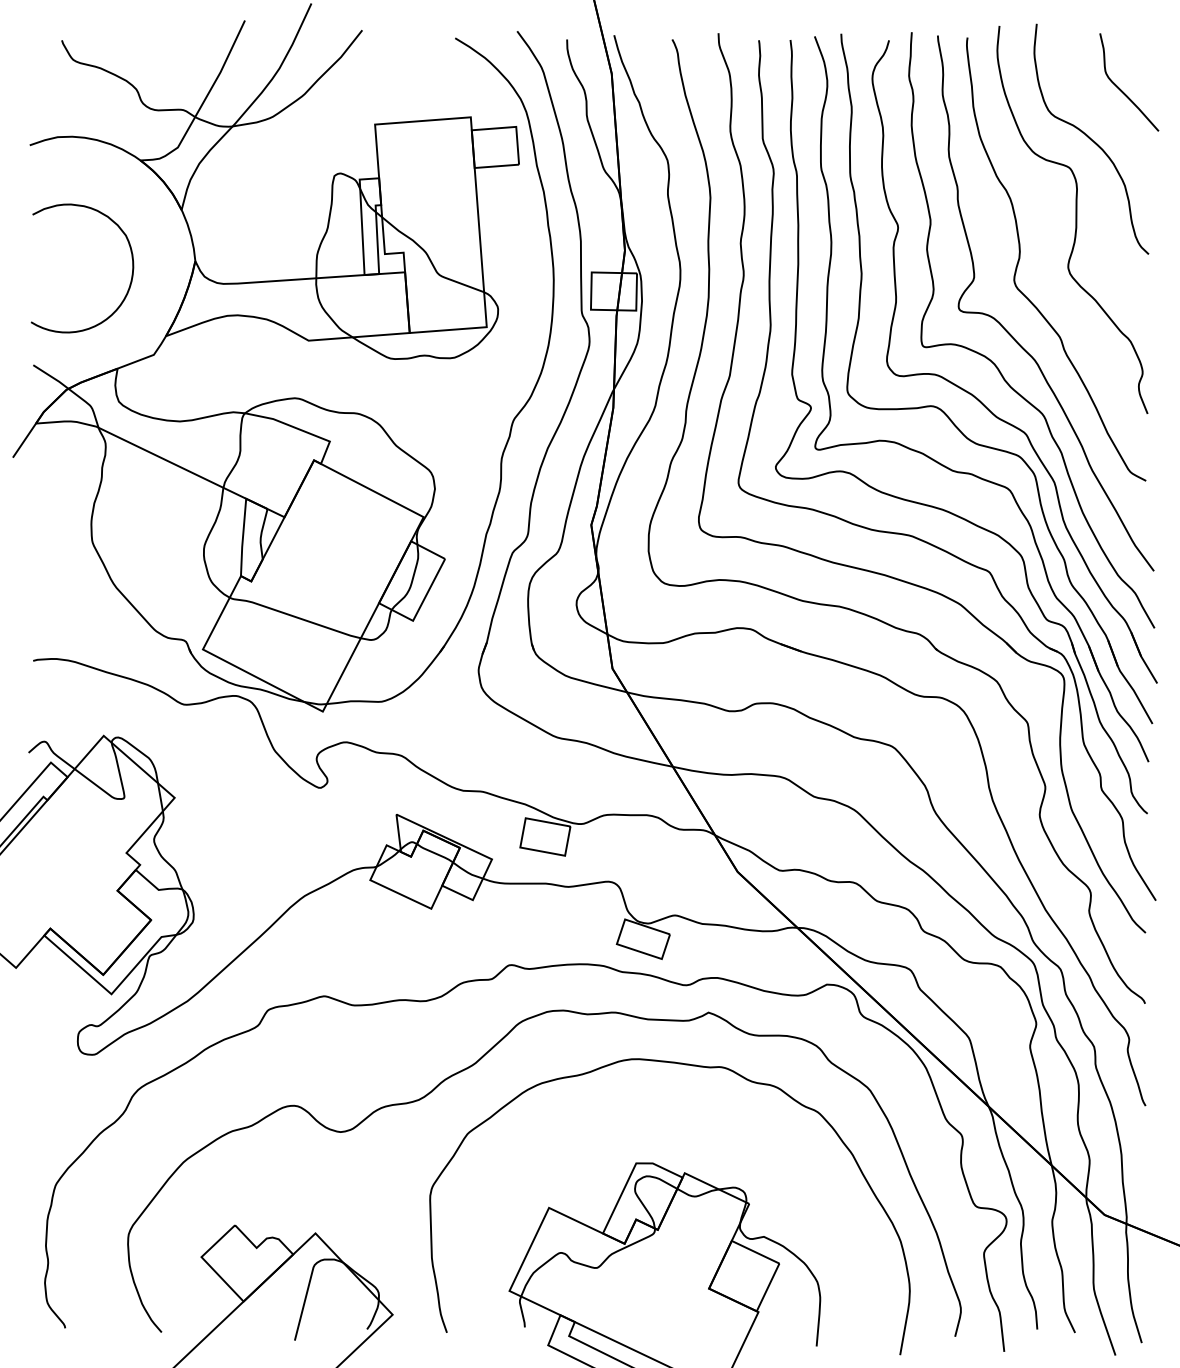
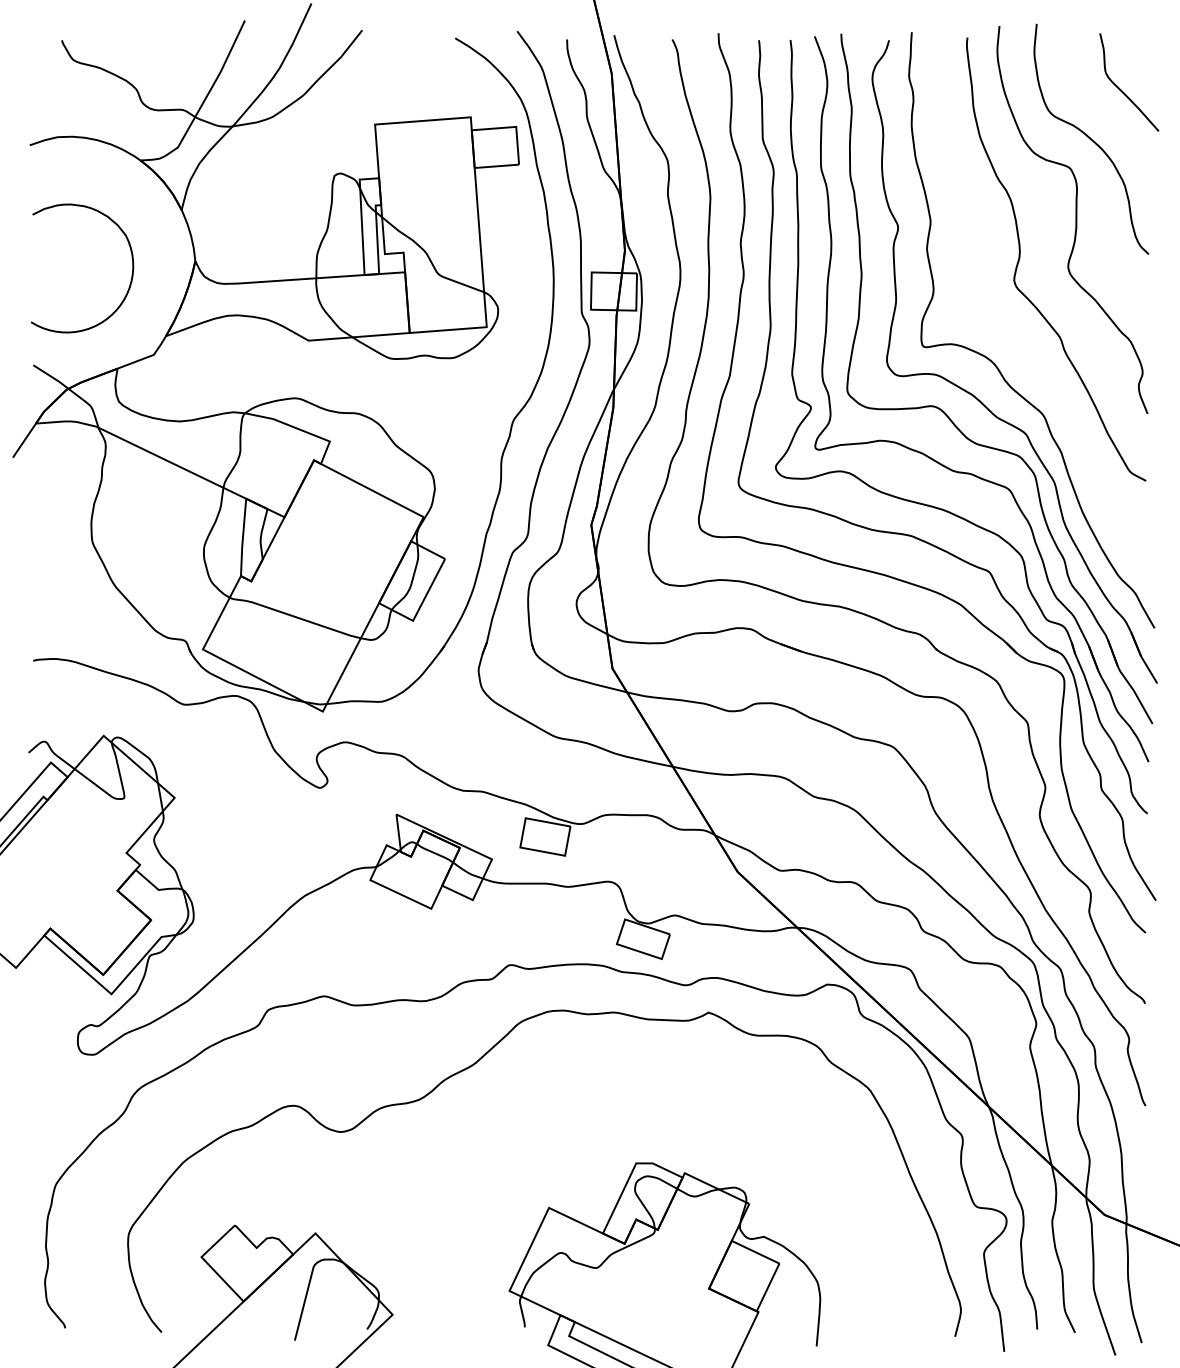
curve at (1012, 335): present -> none
curve at (692, 1066): present -> none
